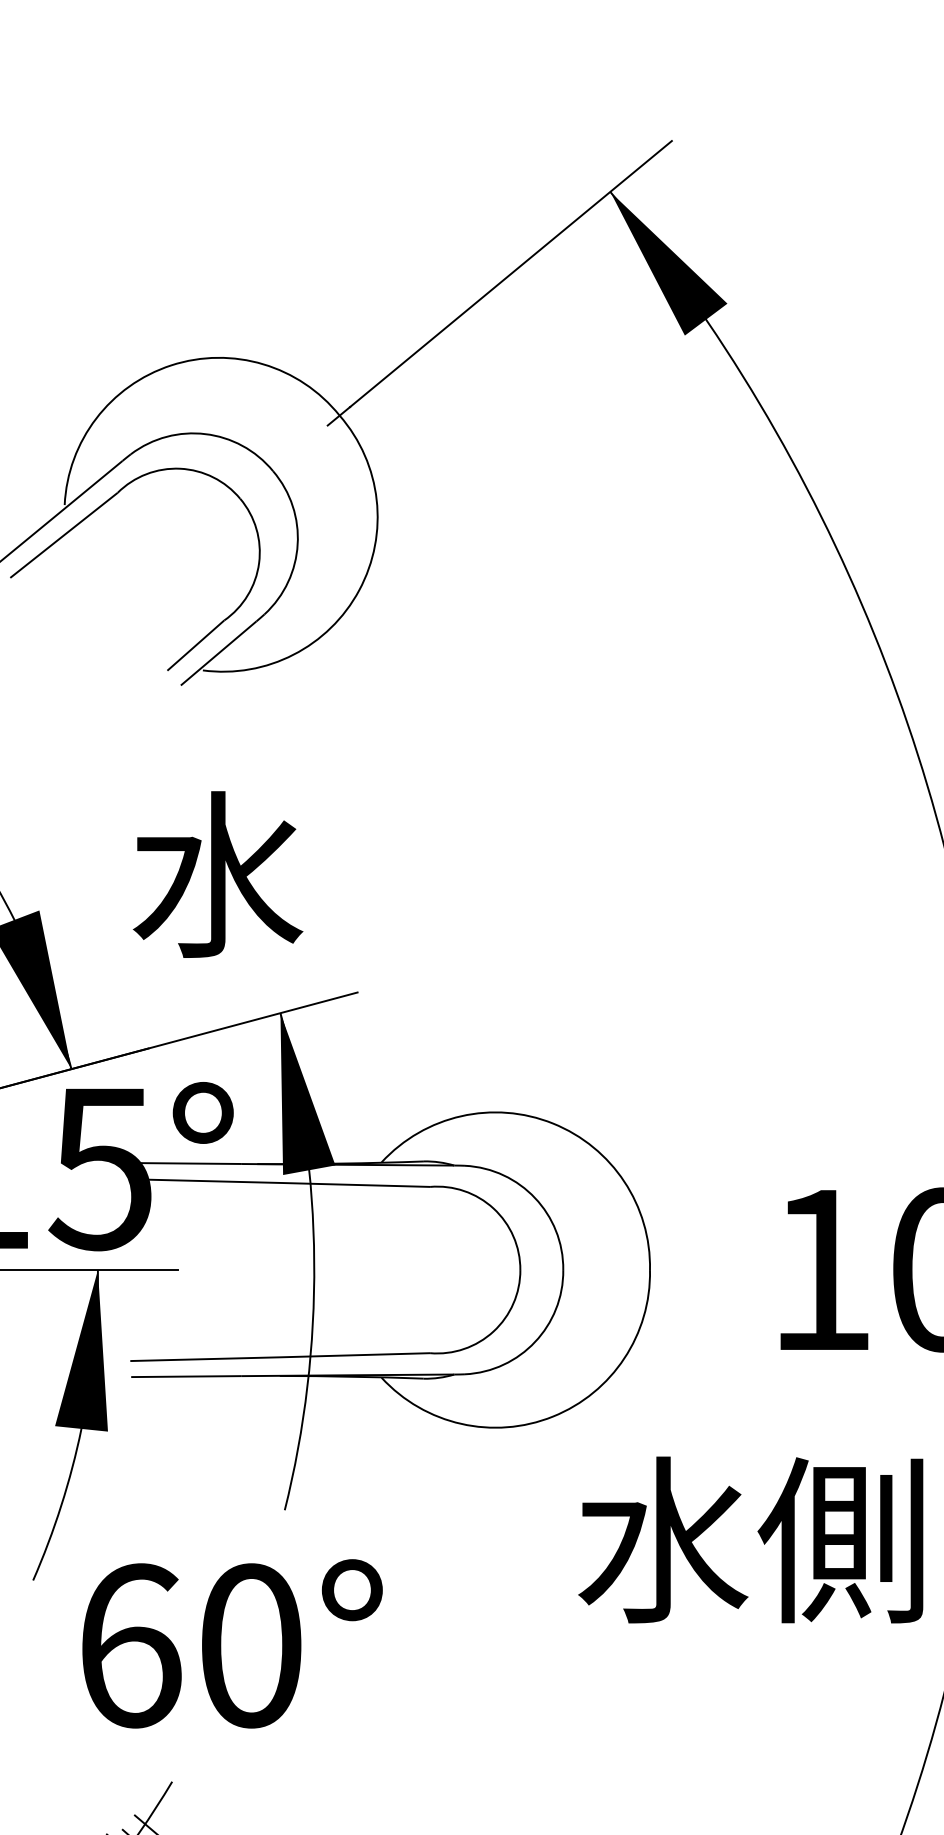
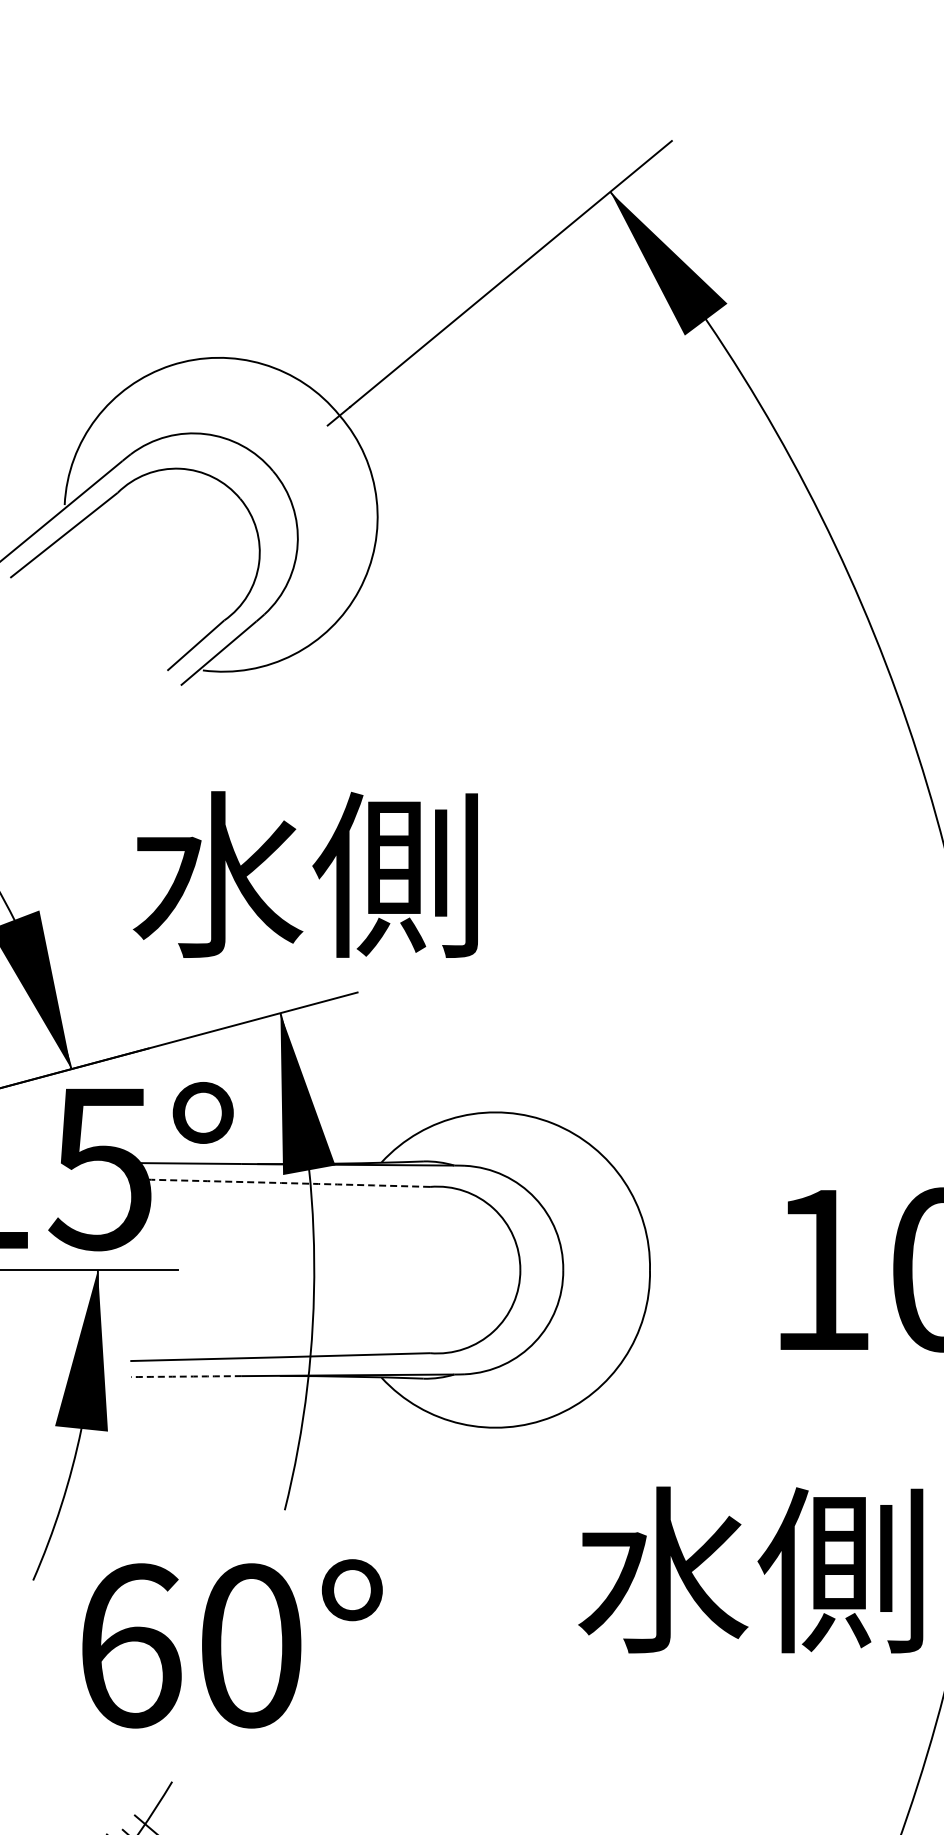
text at (394, 874): 水 -> 水側
arc at (281, 1183): solid -> dashed
arc at (186, 1376): solid -> dashed
text at (750, 1539) position: (750, 1539) -> (750, 1569)
